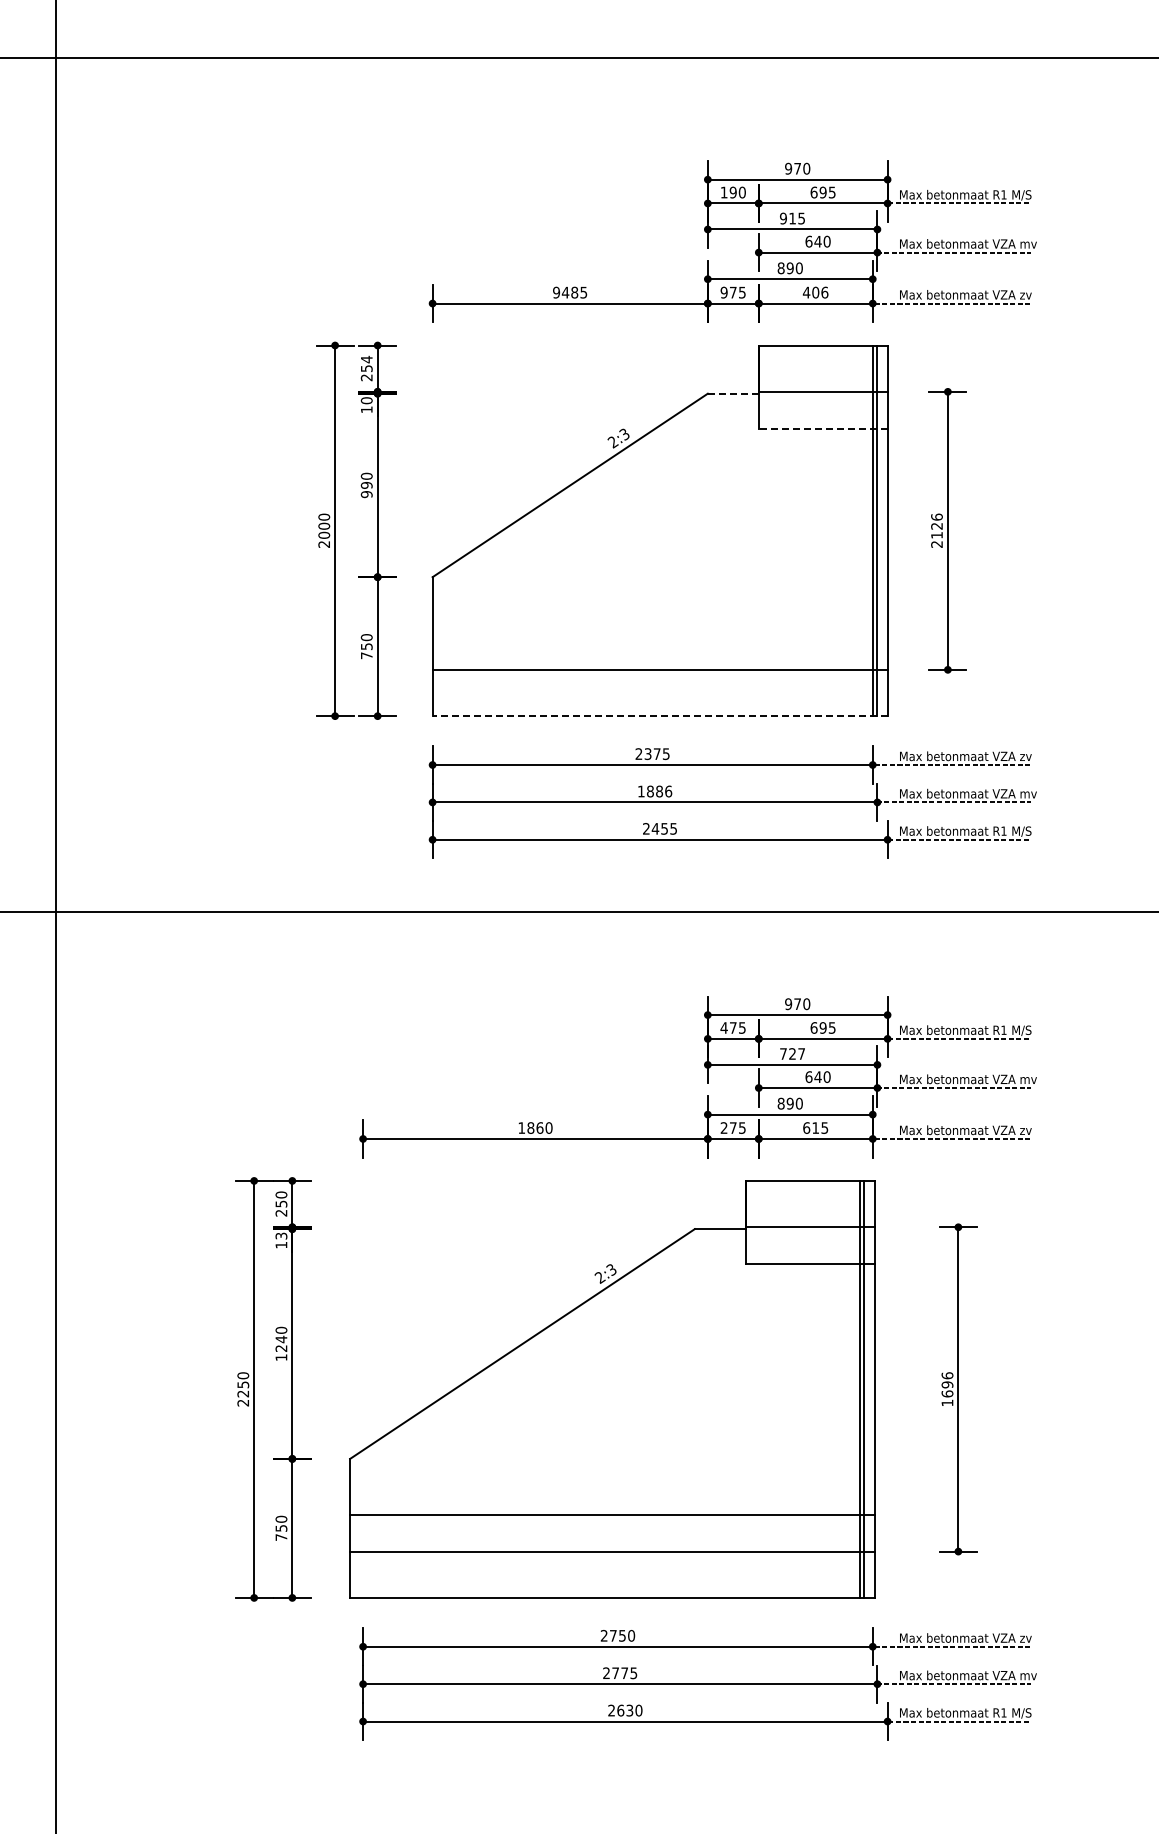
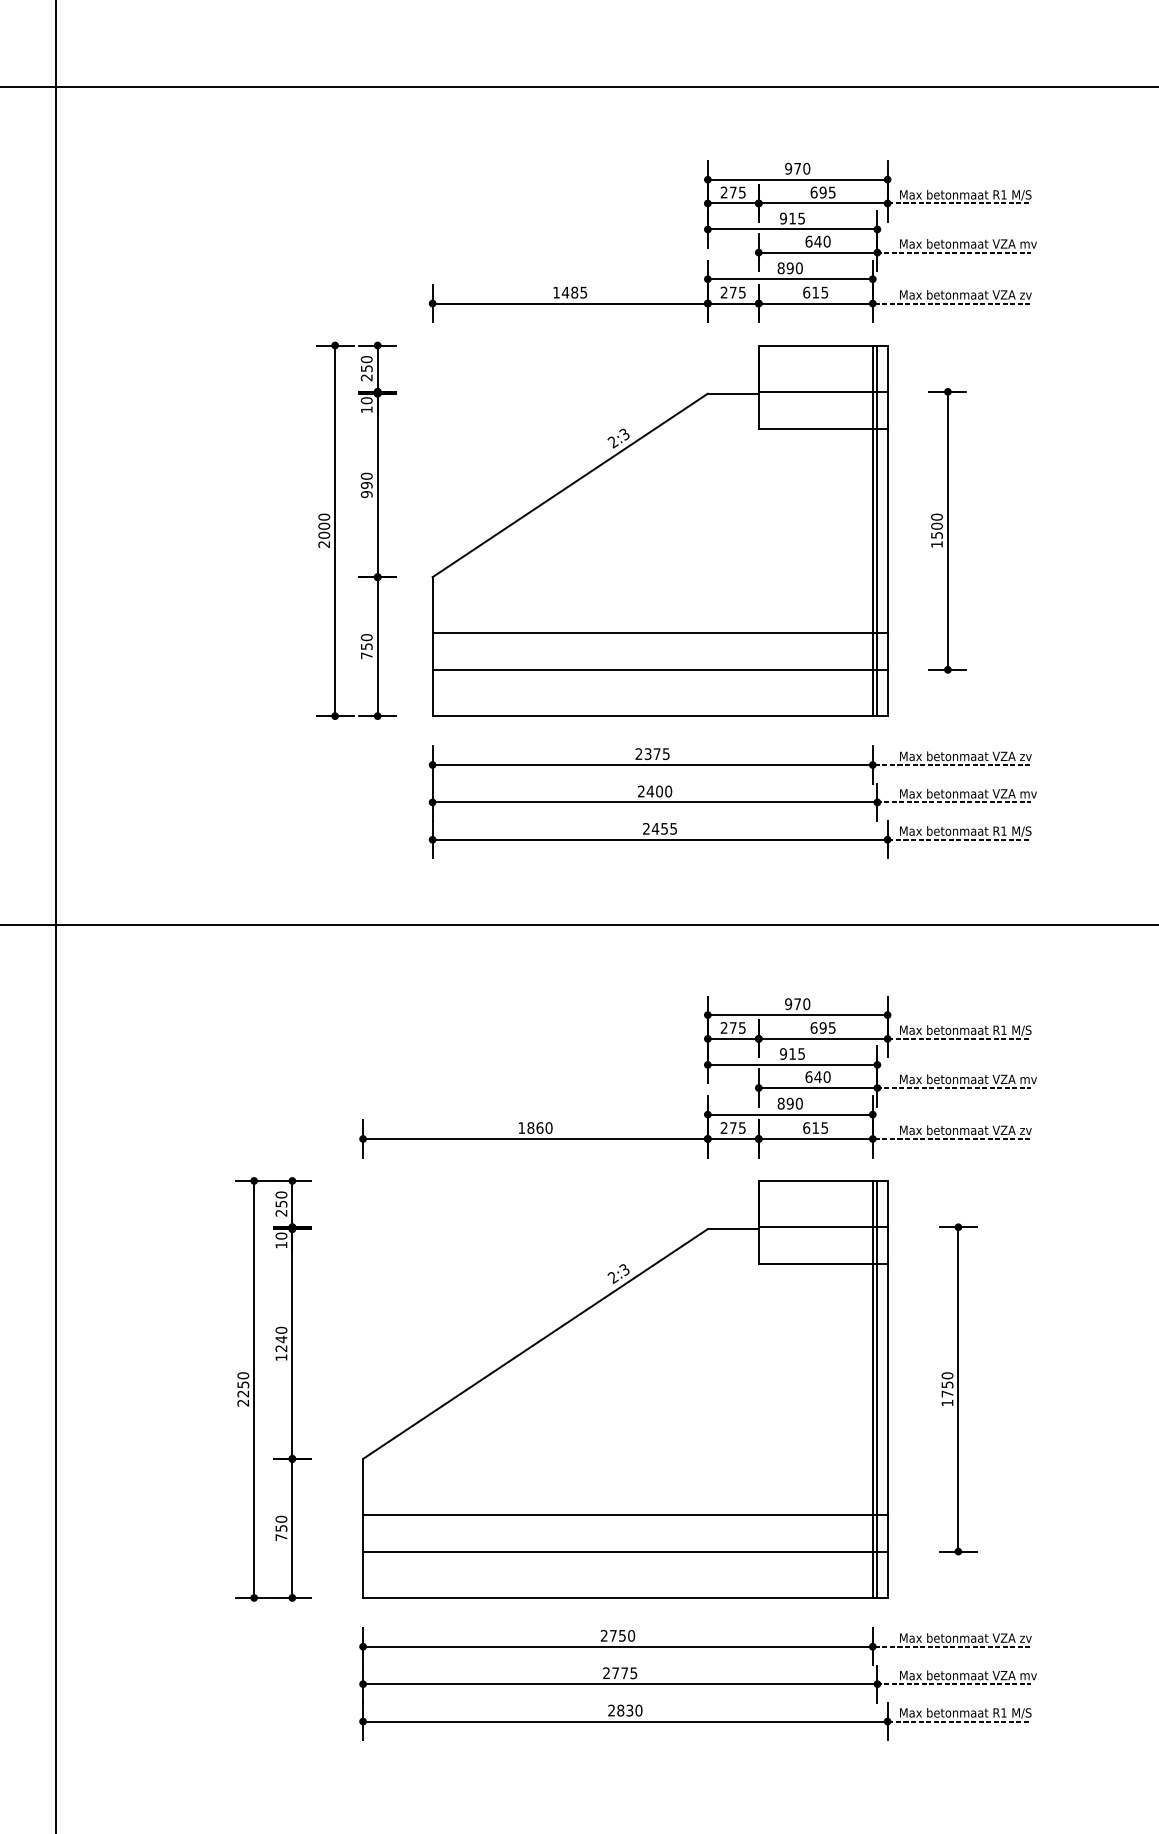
line at (578, 58) position: (578, 58) -> (578, 87)
text at (732, 192): 190 -> 275
text at (556, 292): 9485 -> 1485
text at (723, 292): 975 -> 275
text at (815, 292): 406 -> 615
text at (366, 359): 254 -> 250
line at (733, 393): dashed -> solid
line at (822, 428): dashed -> solid
text at (936, 530): 2126 -> 1500
line at (659, 632): none -> present
line at (659, 716): dashed -> solid
text at (654, 791): 1886 -> 2400
line at (578, 911) position: (578, 911) -> (578, 924)
text at (723, 1027): 475 -> 275
text at (792, 1053): 727 -> 915
text at (281, 1235): 13 -> 10
text at (947, 1384): 1696 -> 1750
part at (612, 1389) position: (612, 1389) -> (625, 1389)
text at (620, 1710): 2630 -> 2830
